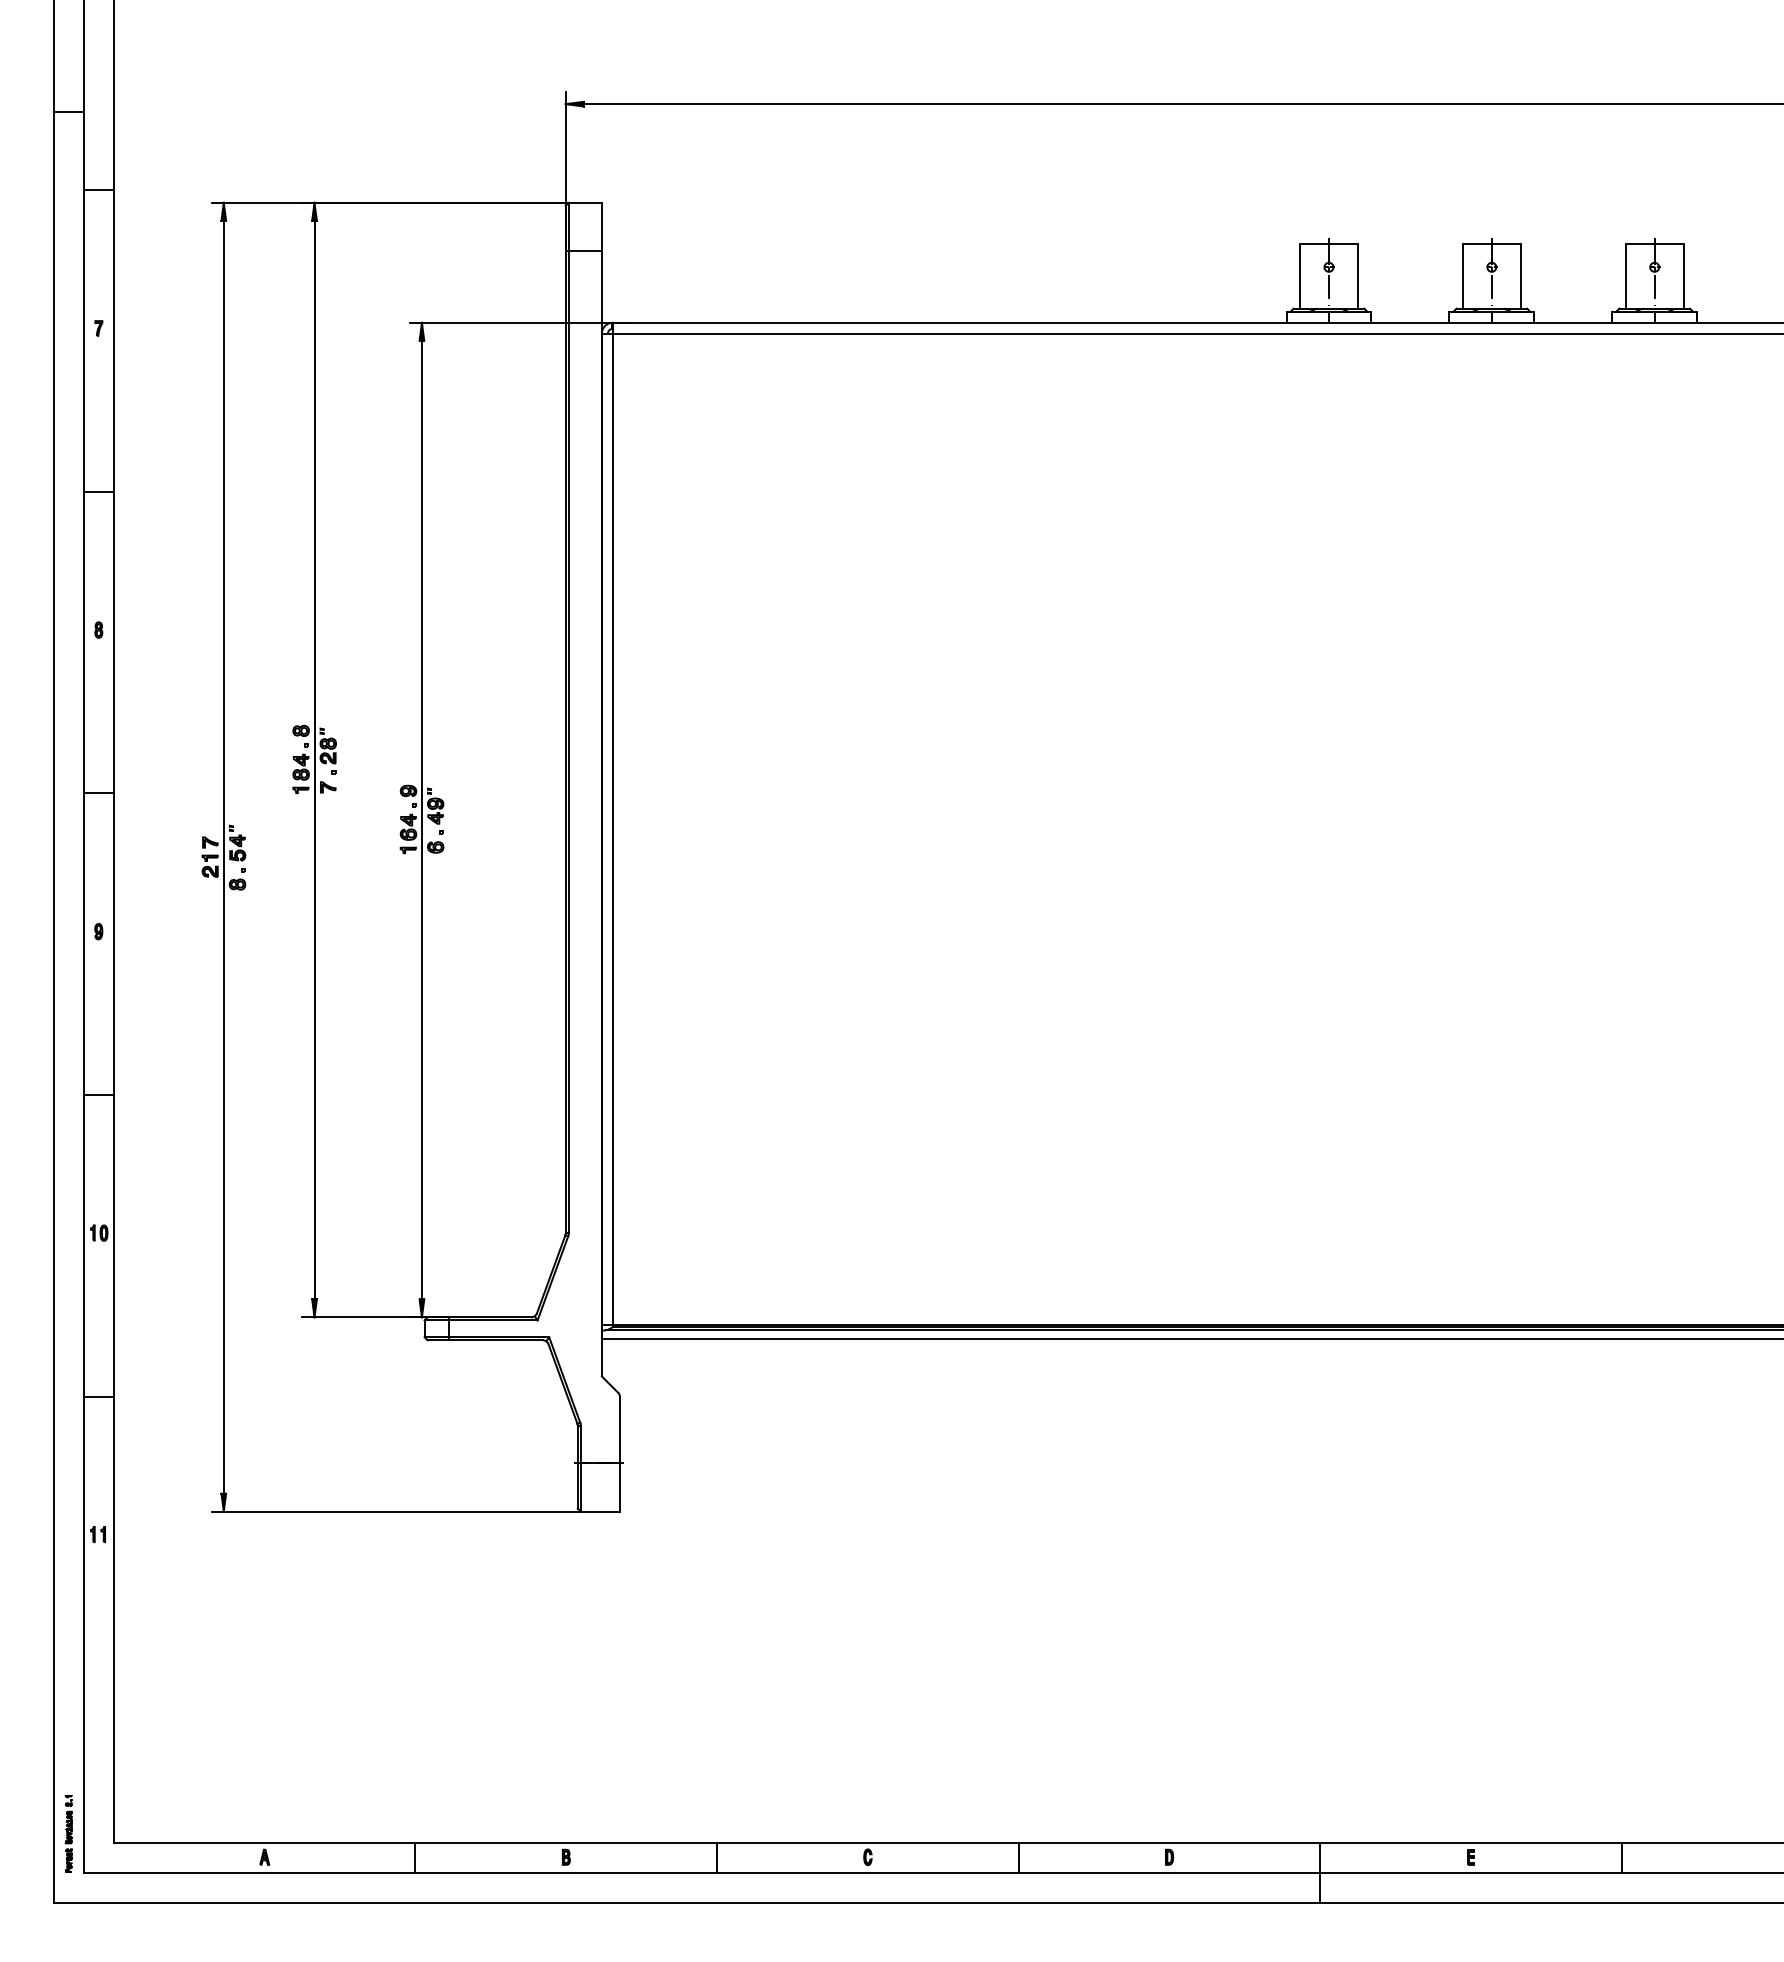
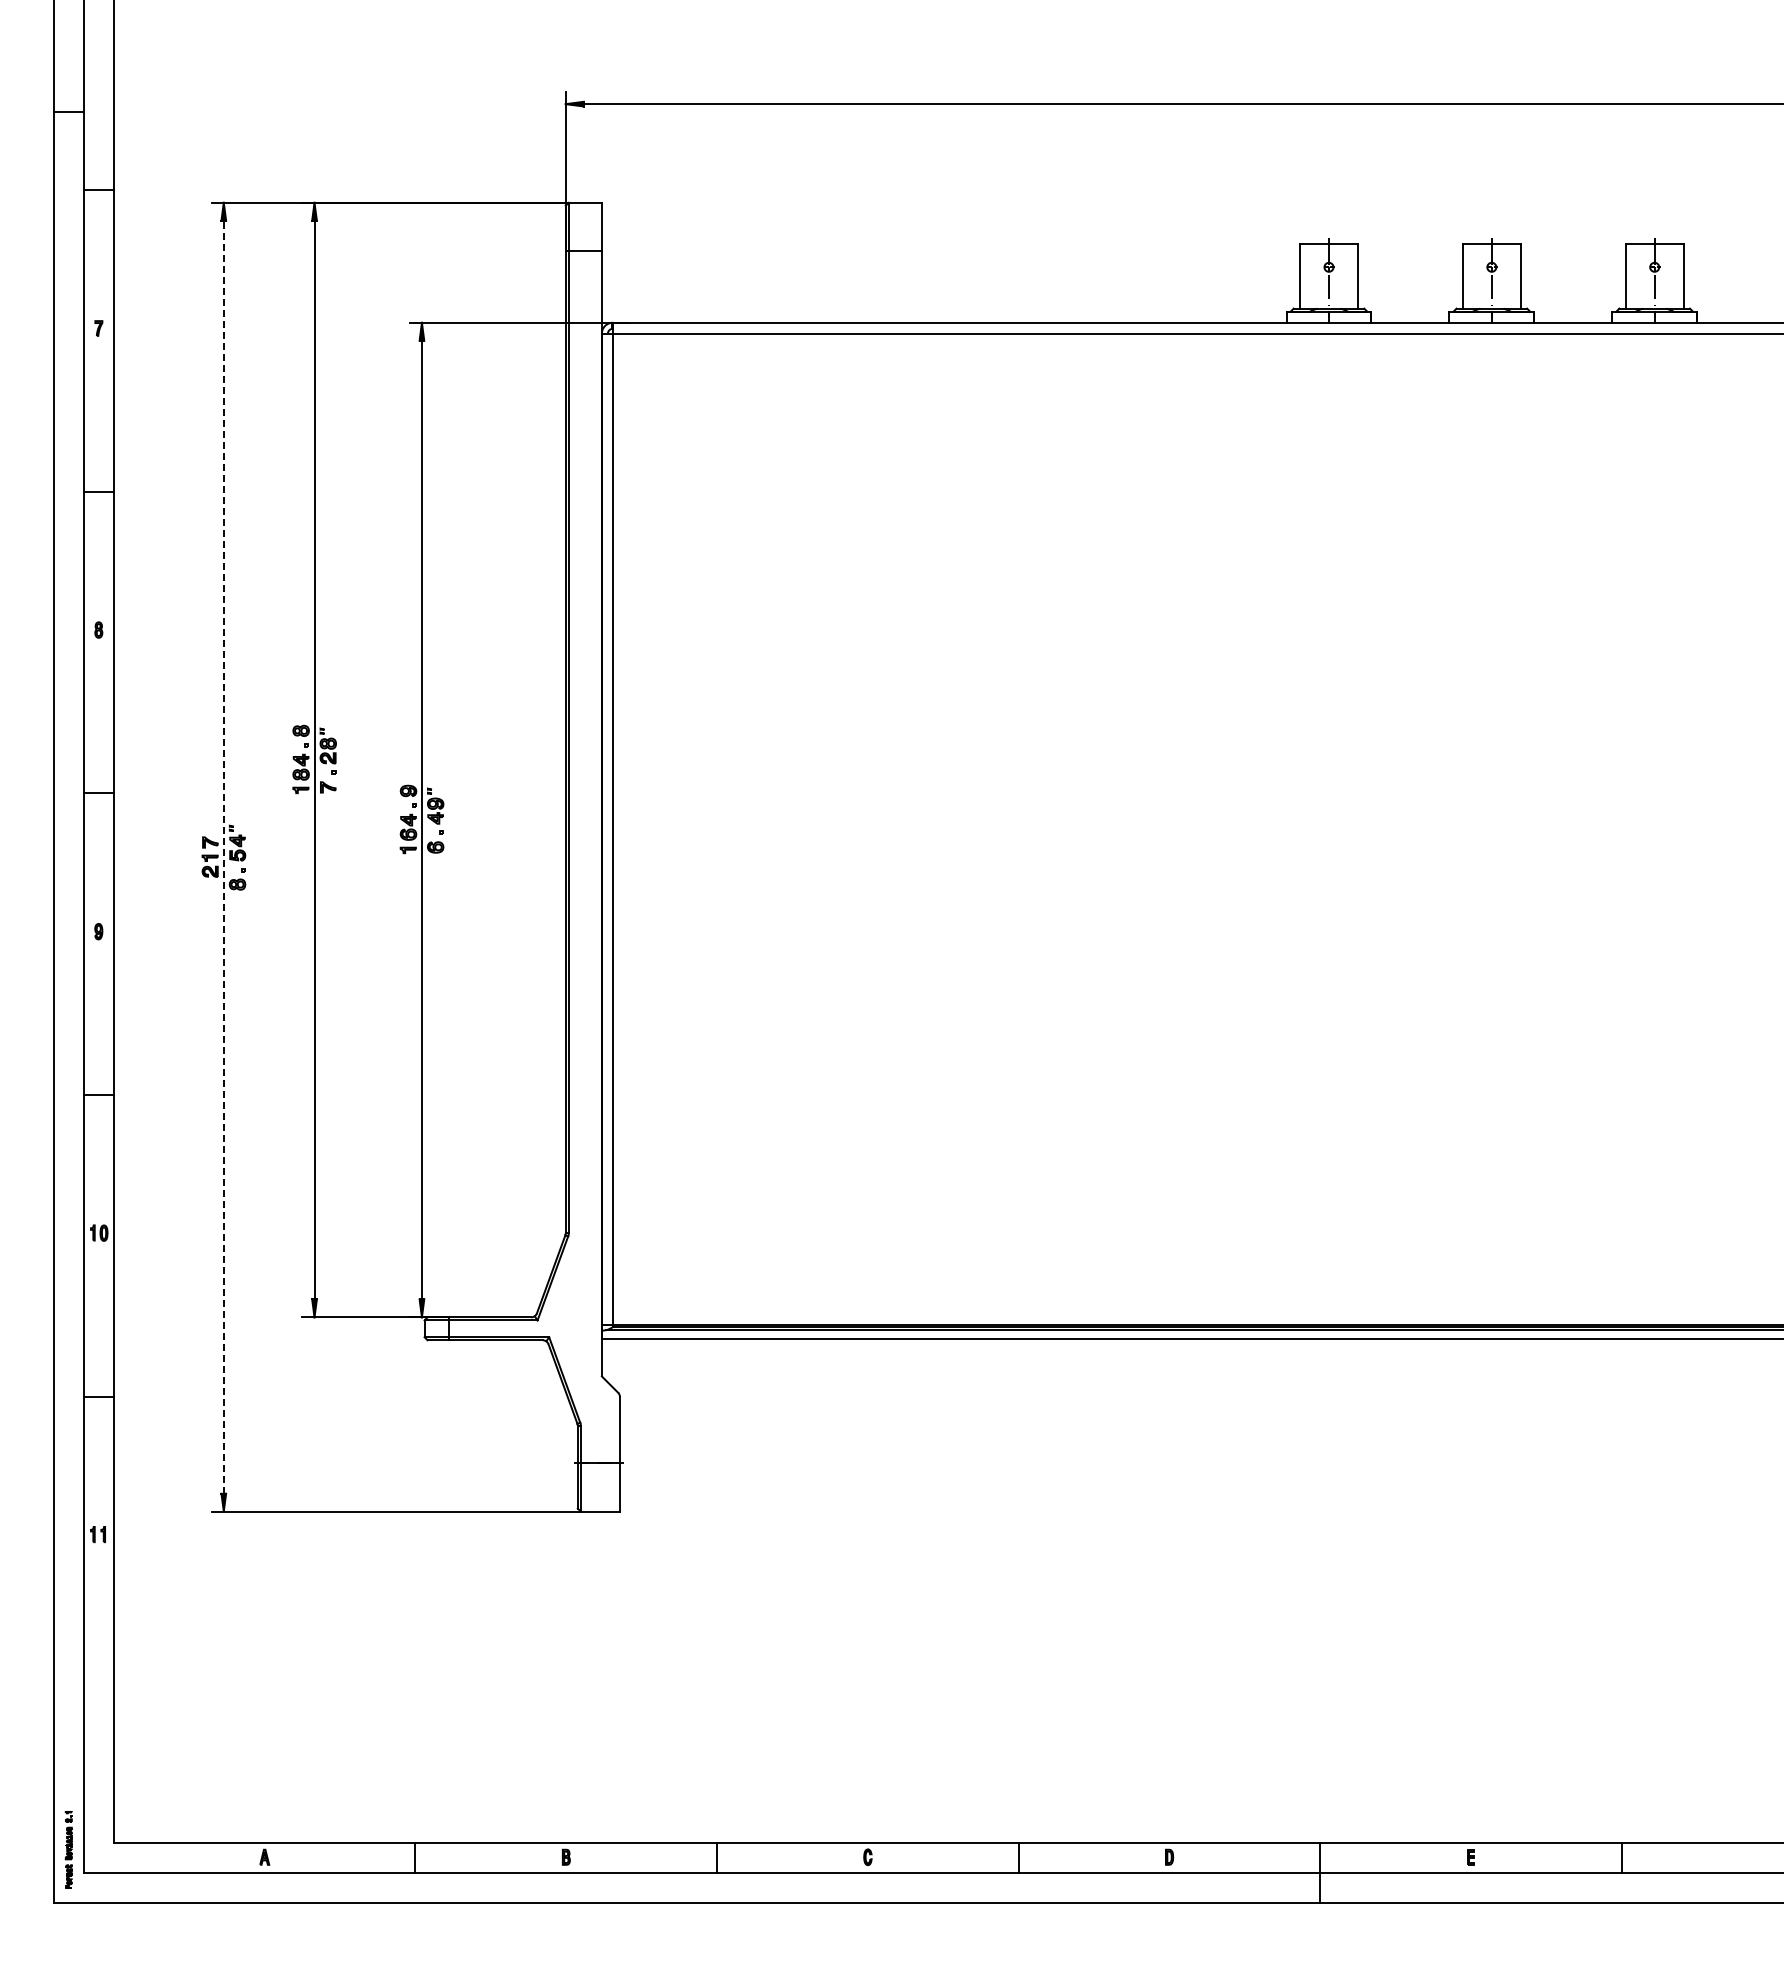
line at (223, 856): solid -> dashed
part at (68, 1833) position: (68, 1833) -> (68, 1849)
